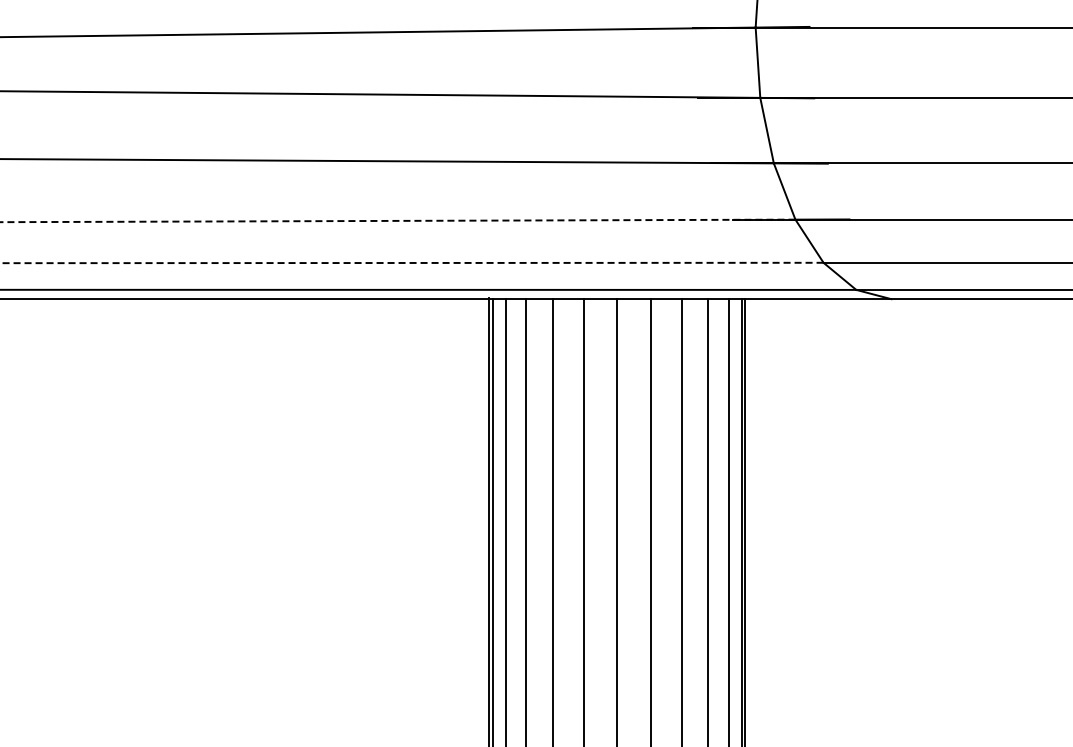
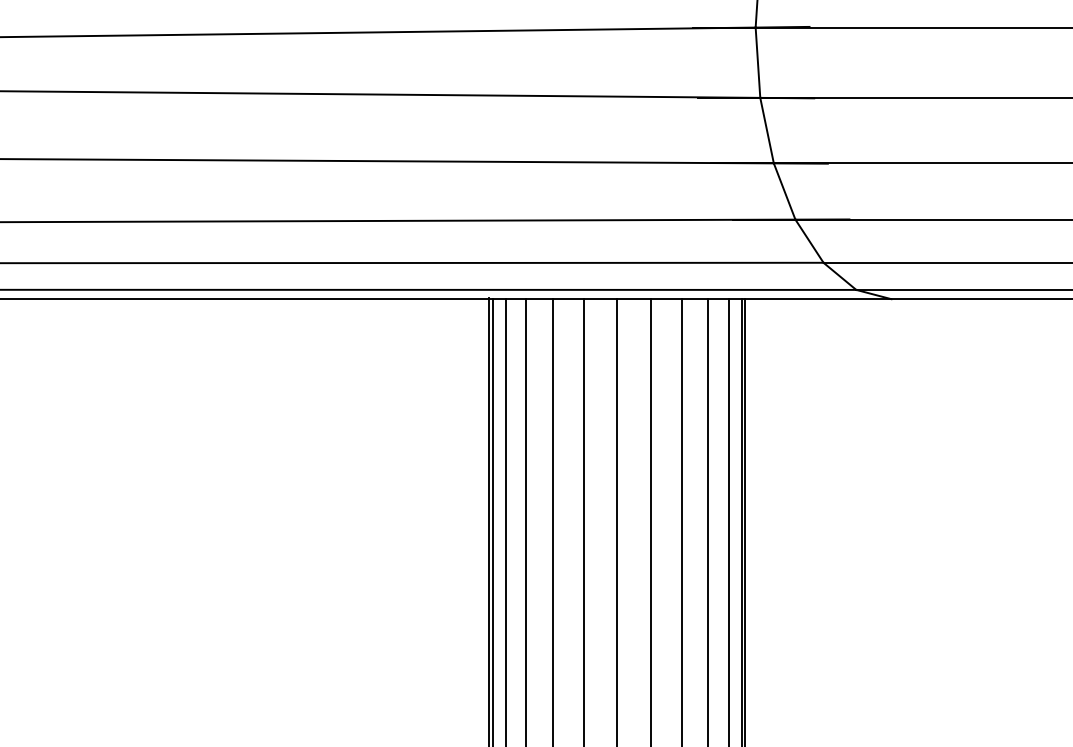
line at (397, 220): dashed -> solid
line at (411, 262): dashed -> solid
